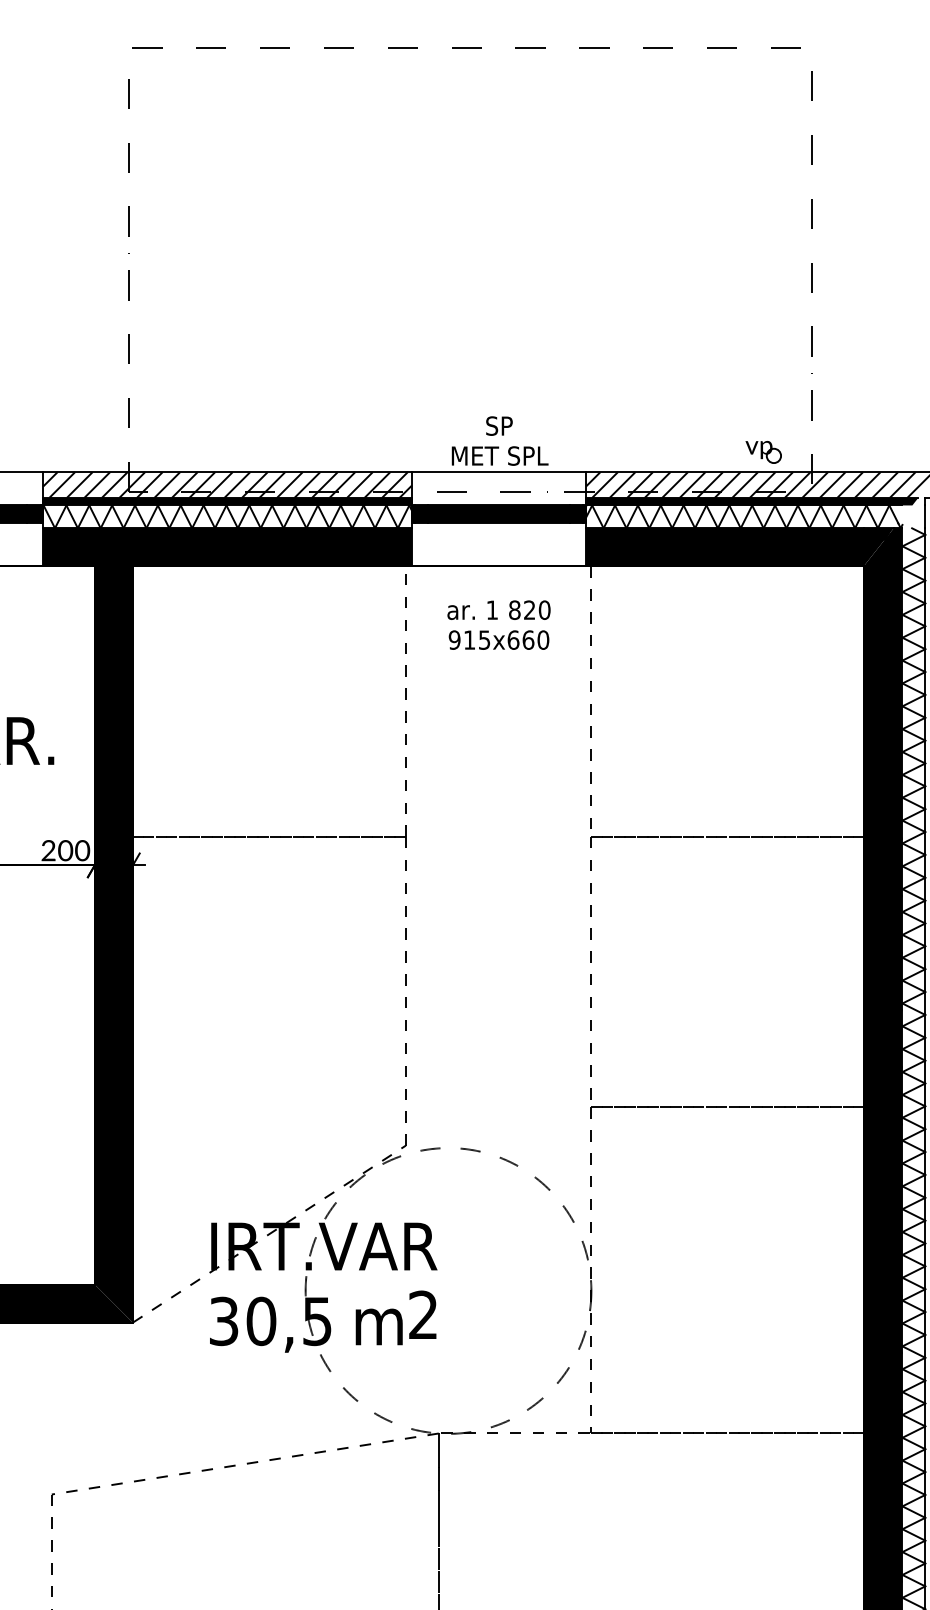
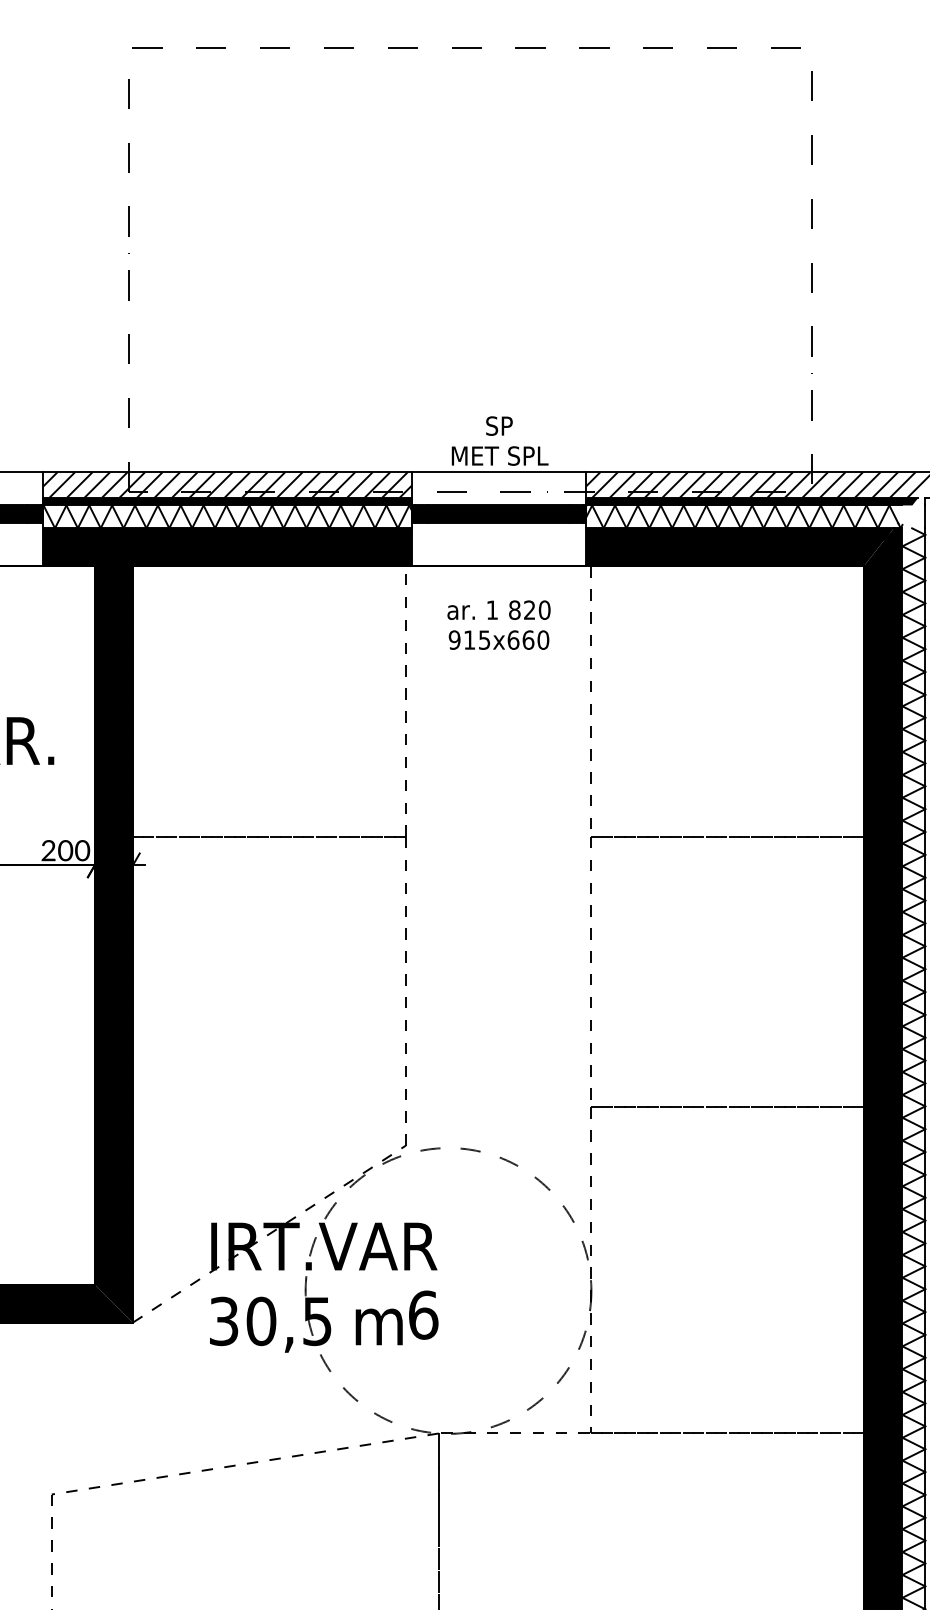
part at (763, 452): present -> none
text at (423, 1314): 2 -> 6
